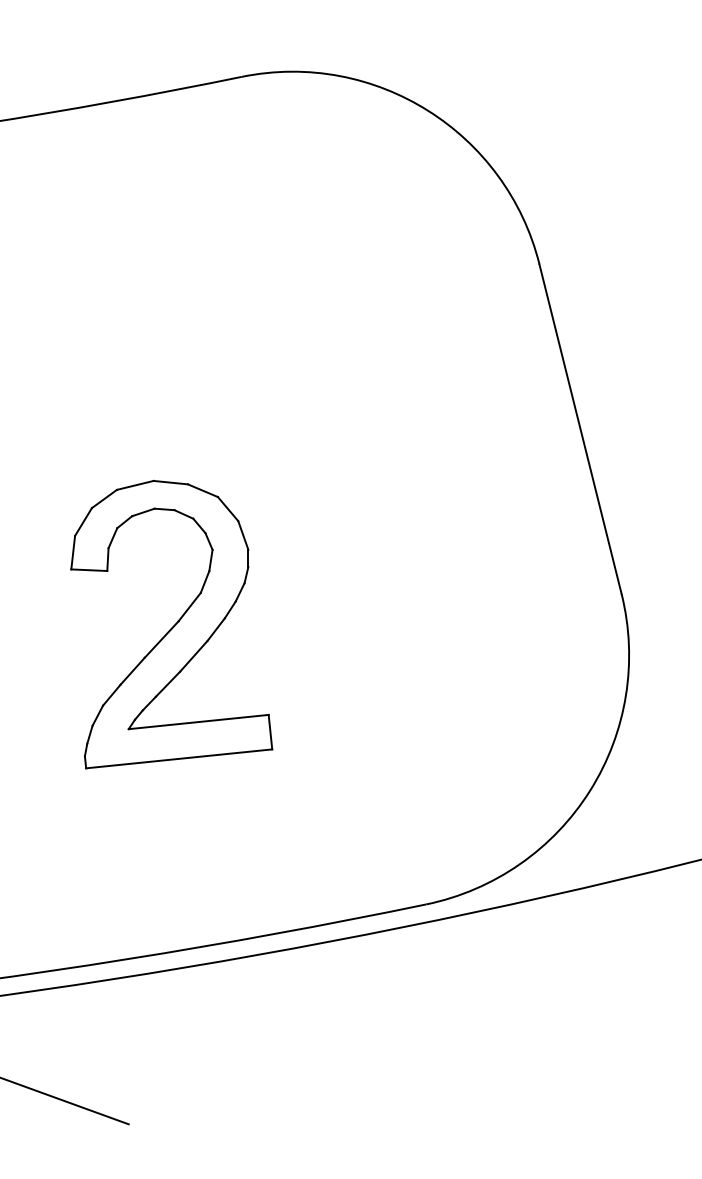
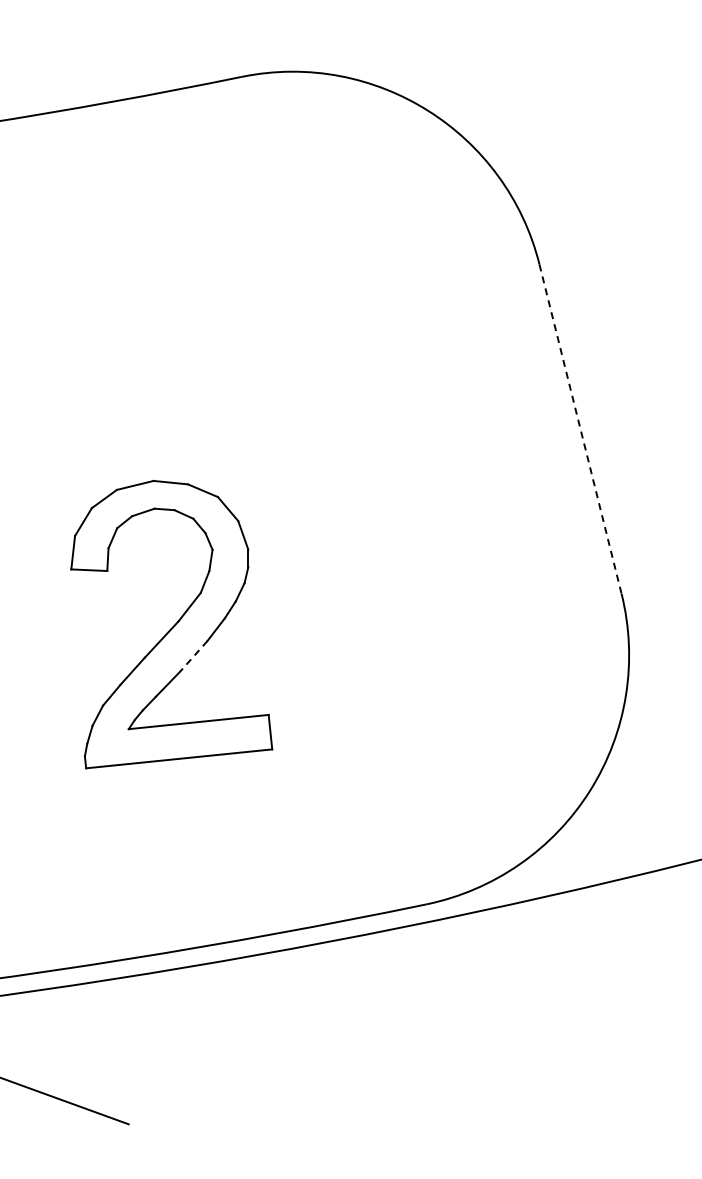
line at (580, 429): solid -> dashed
line at (193, 656): solid -> dashed
